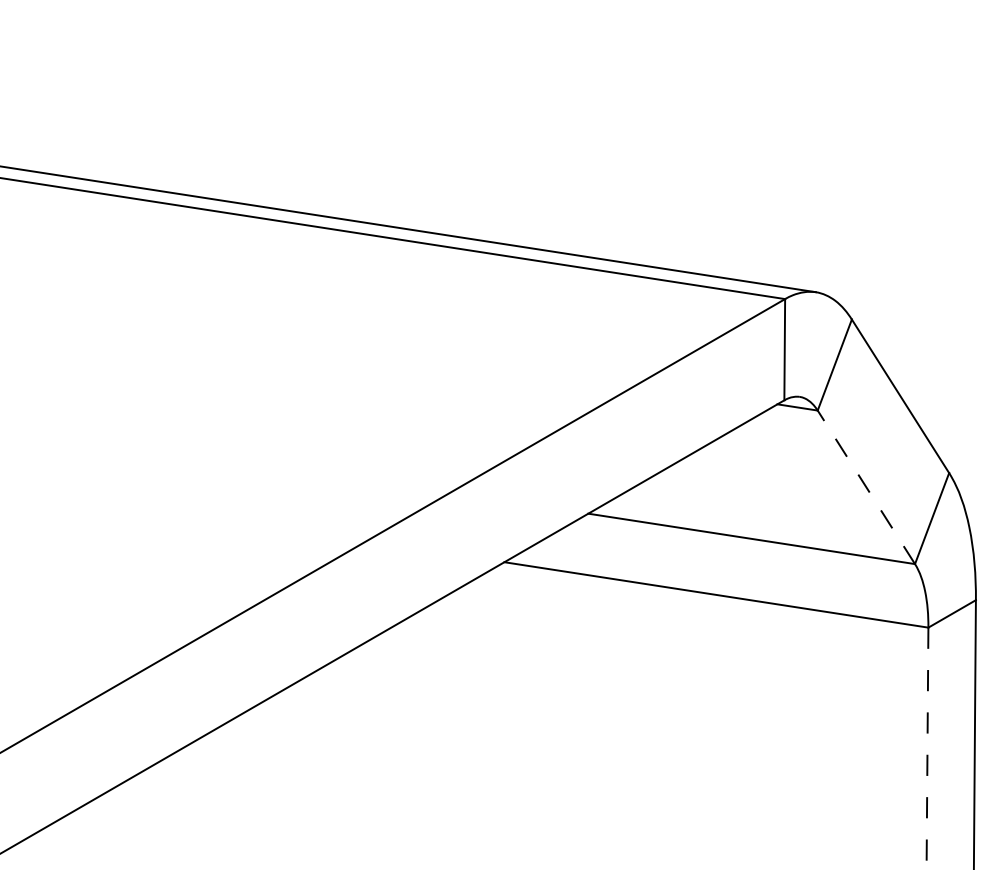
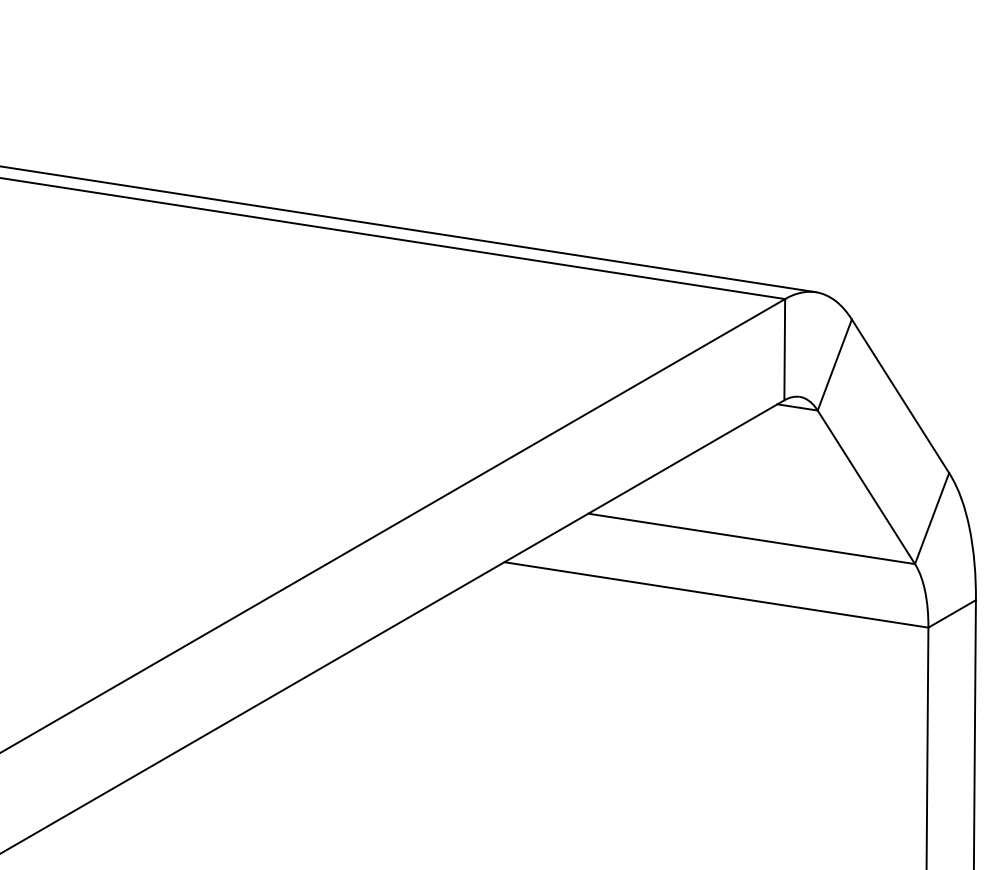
line at (866, 487): dashed -> solid
line at (927, 748): dashed -> solid
